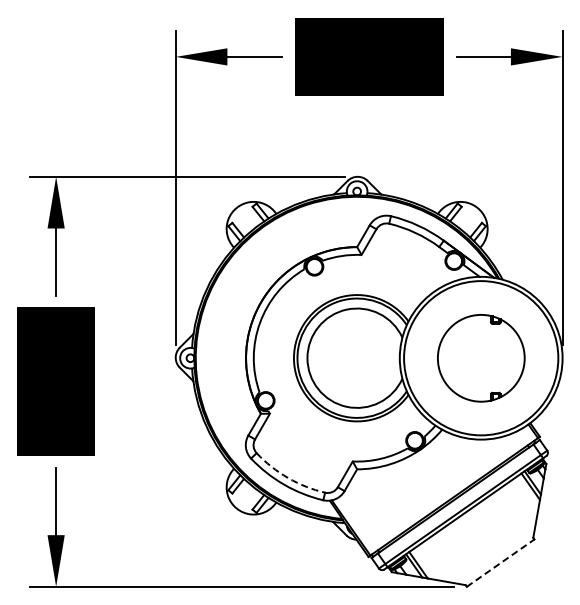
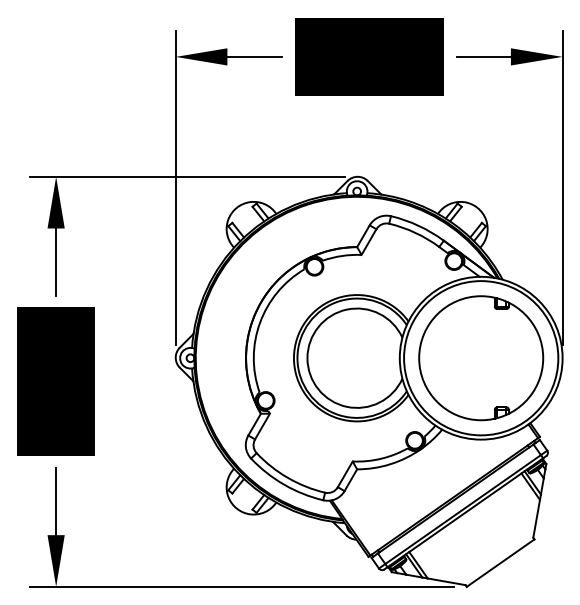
part at (481, 358) size: 89x89 px -> 127x127 px
arc at (288, 477): dashed -> solid
line at (501, 562): dashed -> solid
